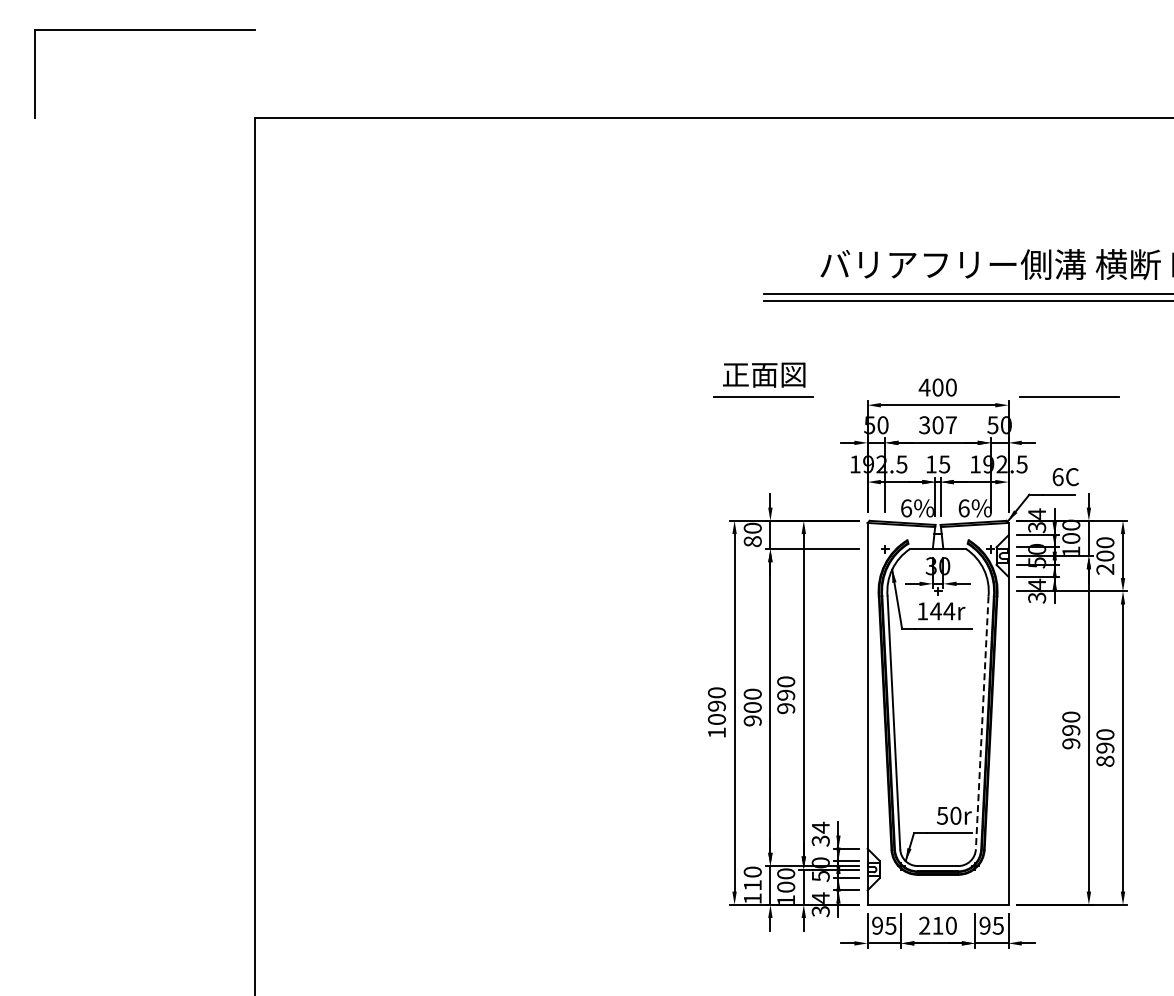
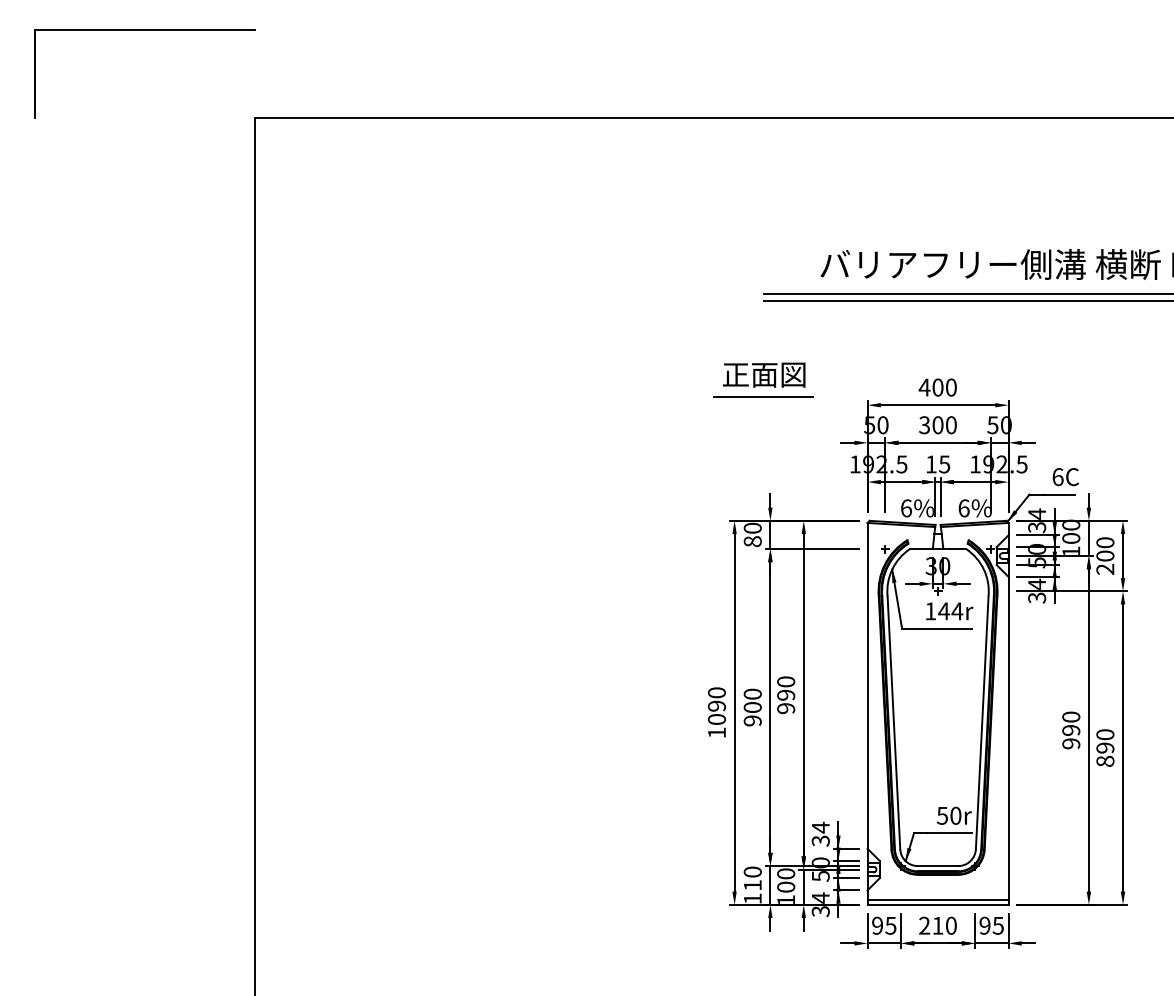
line at (1069, 396): present -> none
text at (951, 425): 307 -> 300
text at (941, 611) position: (941, 611) -> (949, 611)
line at (982, 722): dashed -> solid
line at (937, 899): none -> present
